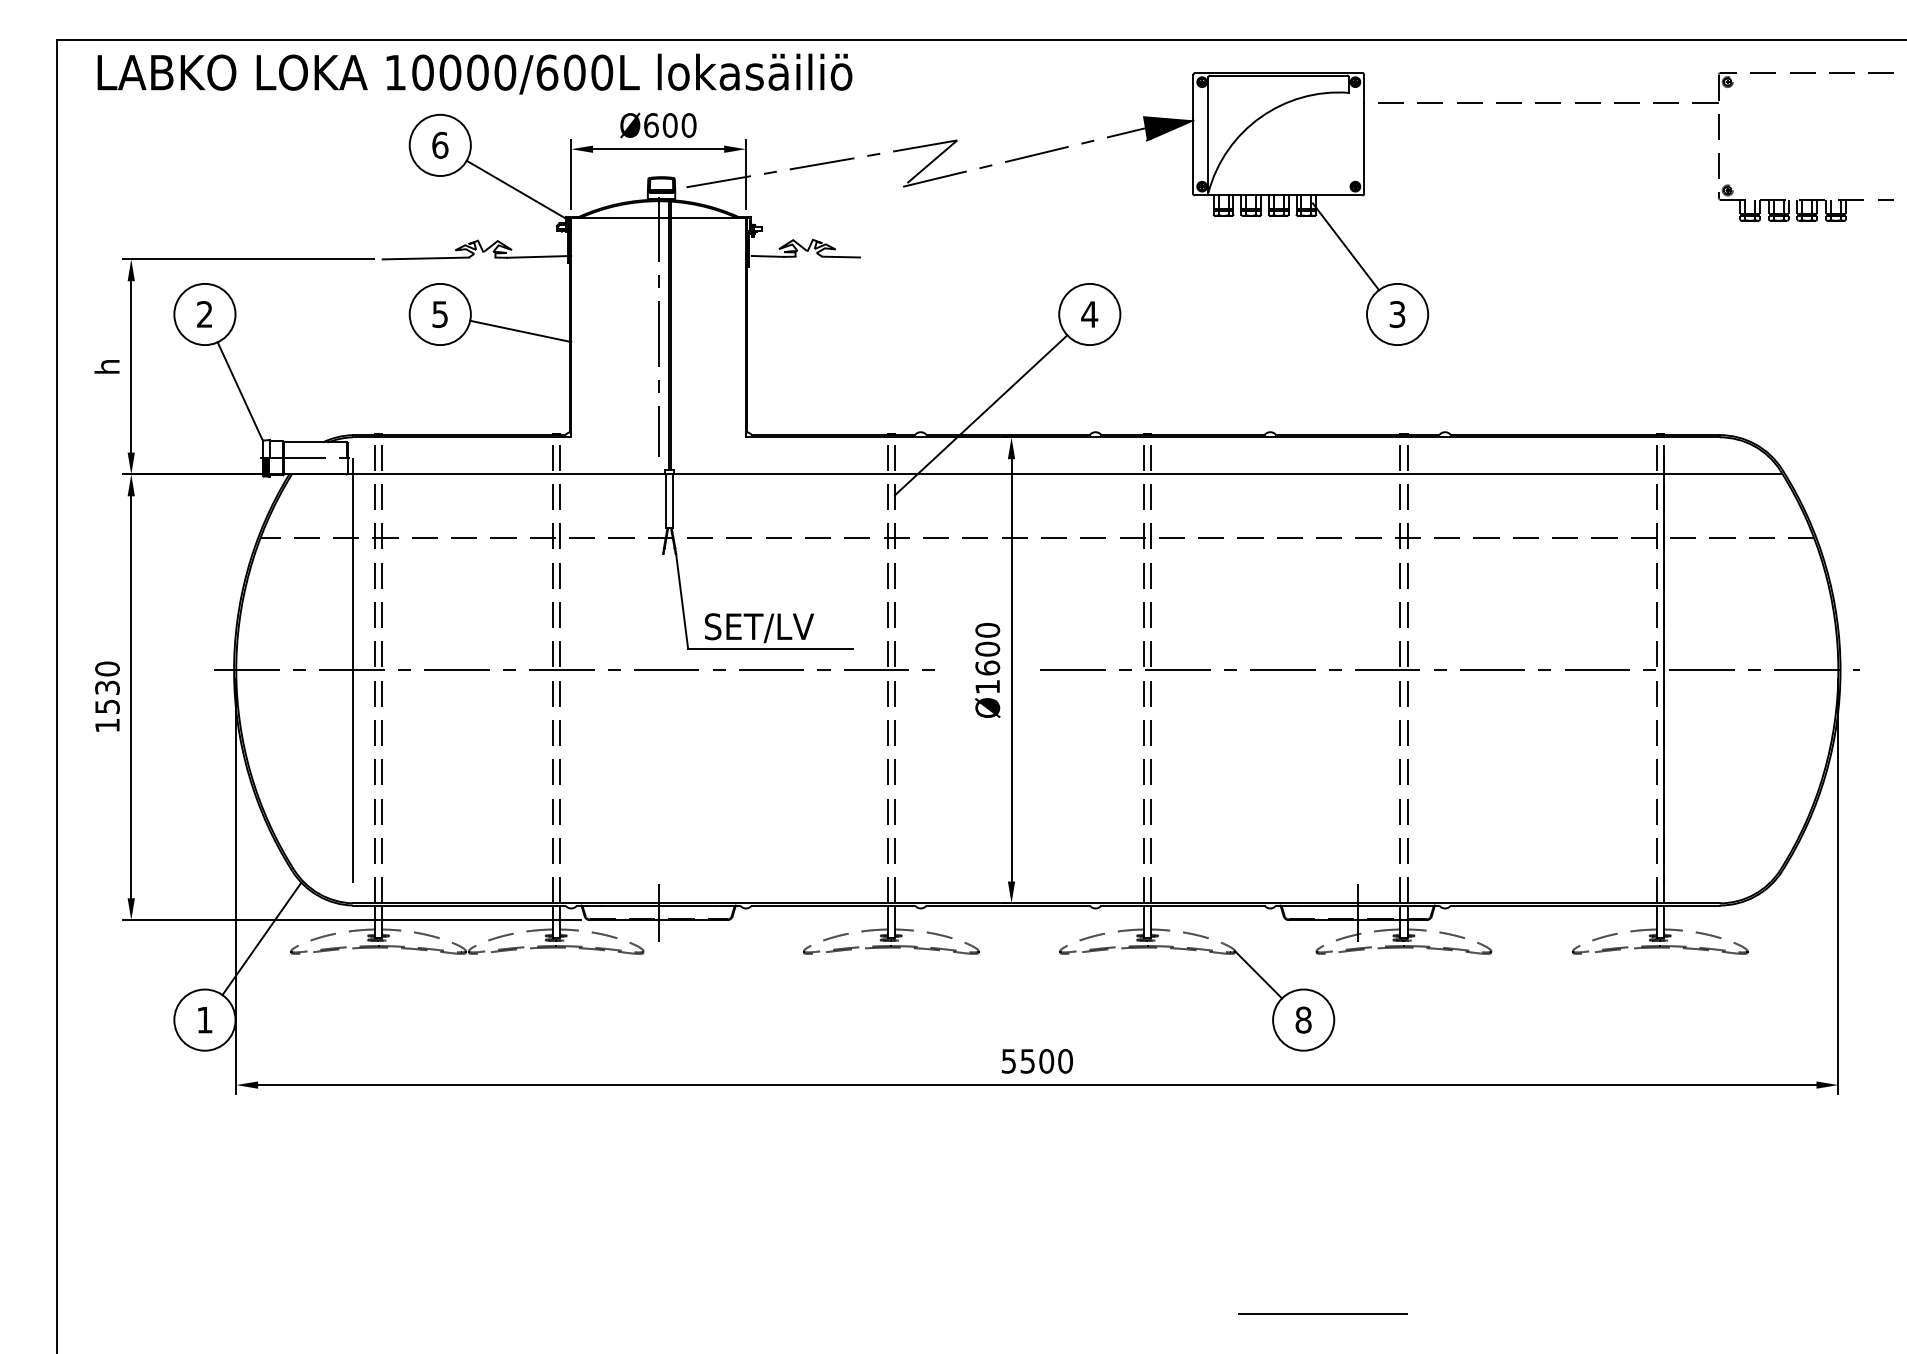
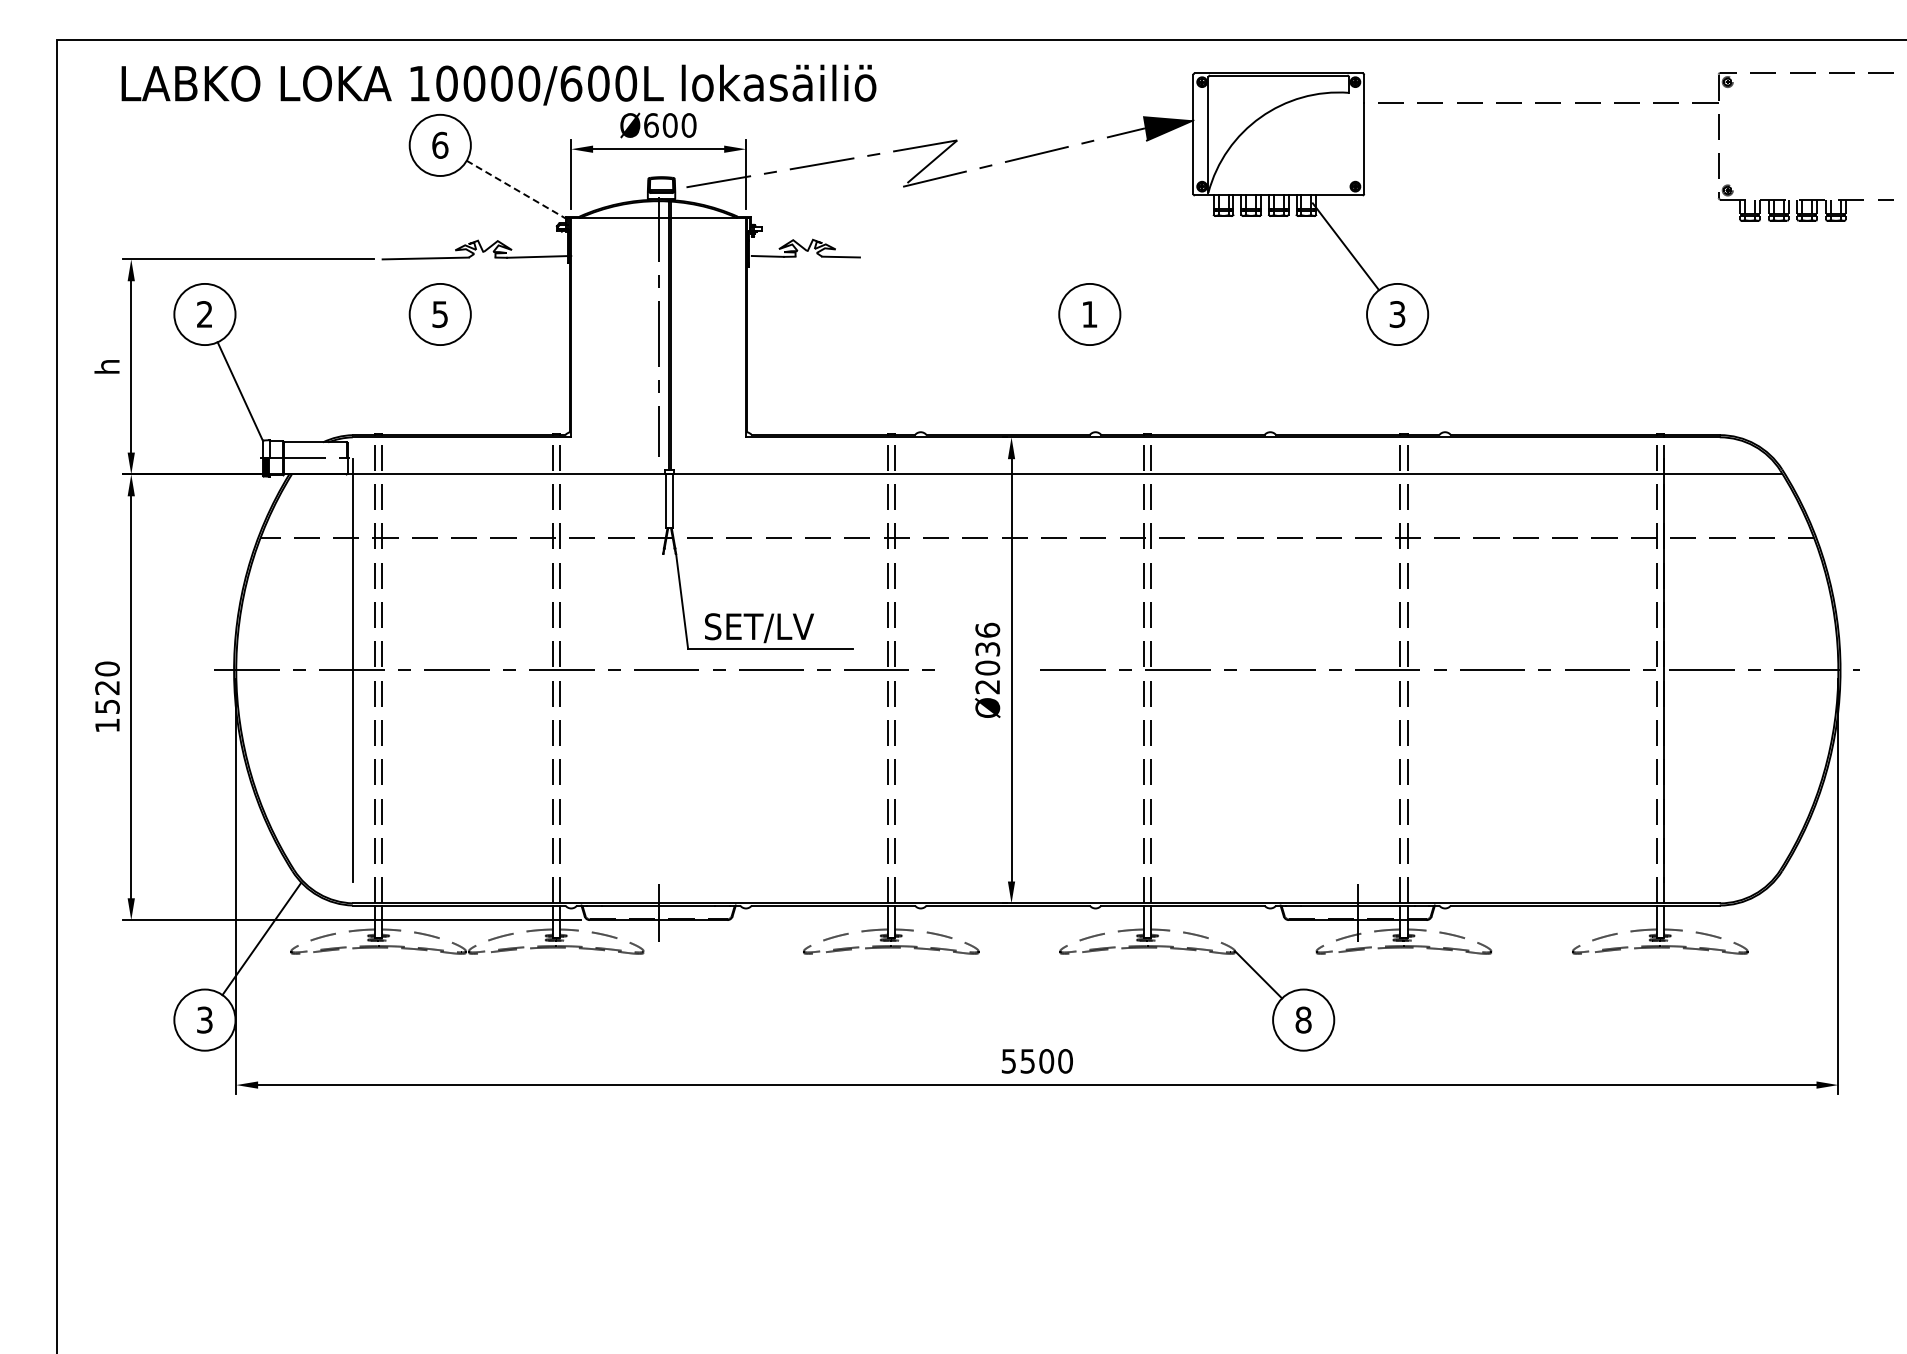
text at (474, 73) position: (474, 73) -> (498, 84)
line at (516, 189): solid -> dashed
text at (1089, 314): 4 -> 1
line at (520, 331): present -> none
line at (980, 415): present -> none
text at (987, 658): Ø1600 -> Ø2036
text at (107, 687): 1530 -> 1520
text at (204, 1019): 1 -> 3
line at (1322, 1313): present -> none
